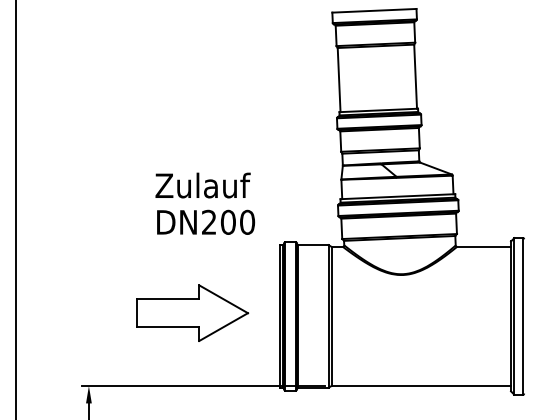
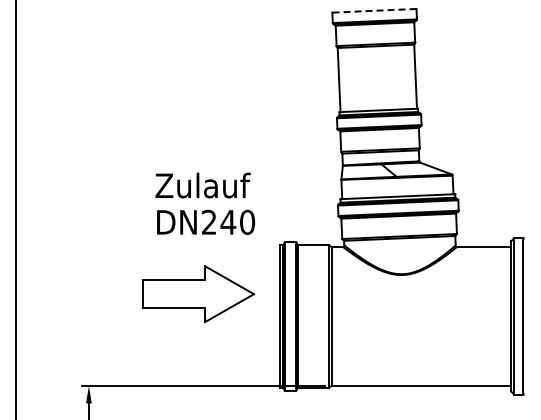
line at (373, 10): solid -> dashed
text at (228, 221): DN200 -> DN240
part at (192, 312) position: (192, 312) -> (198, 293)
